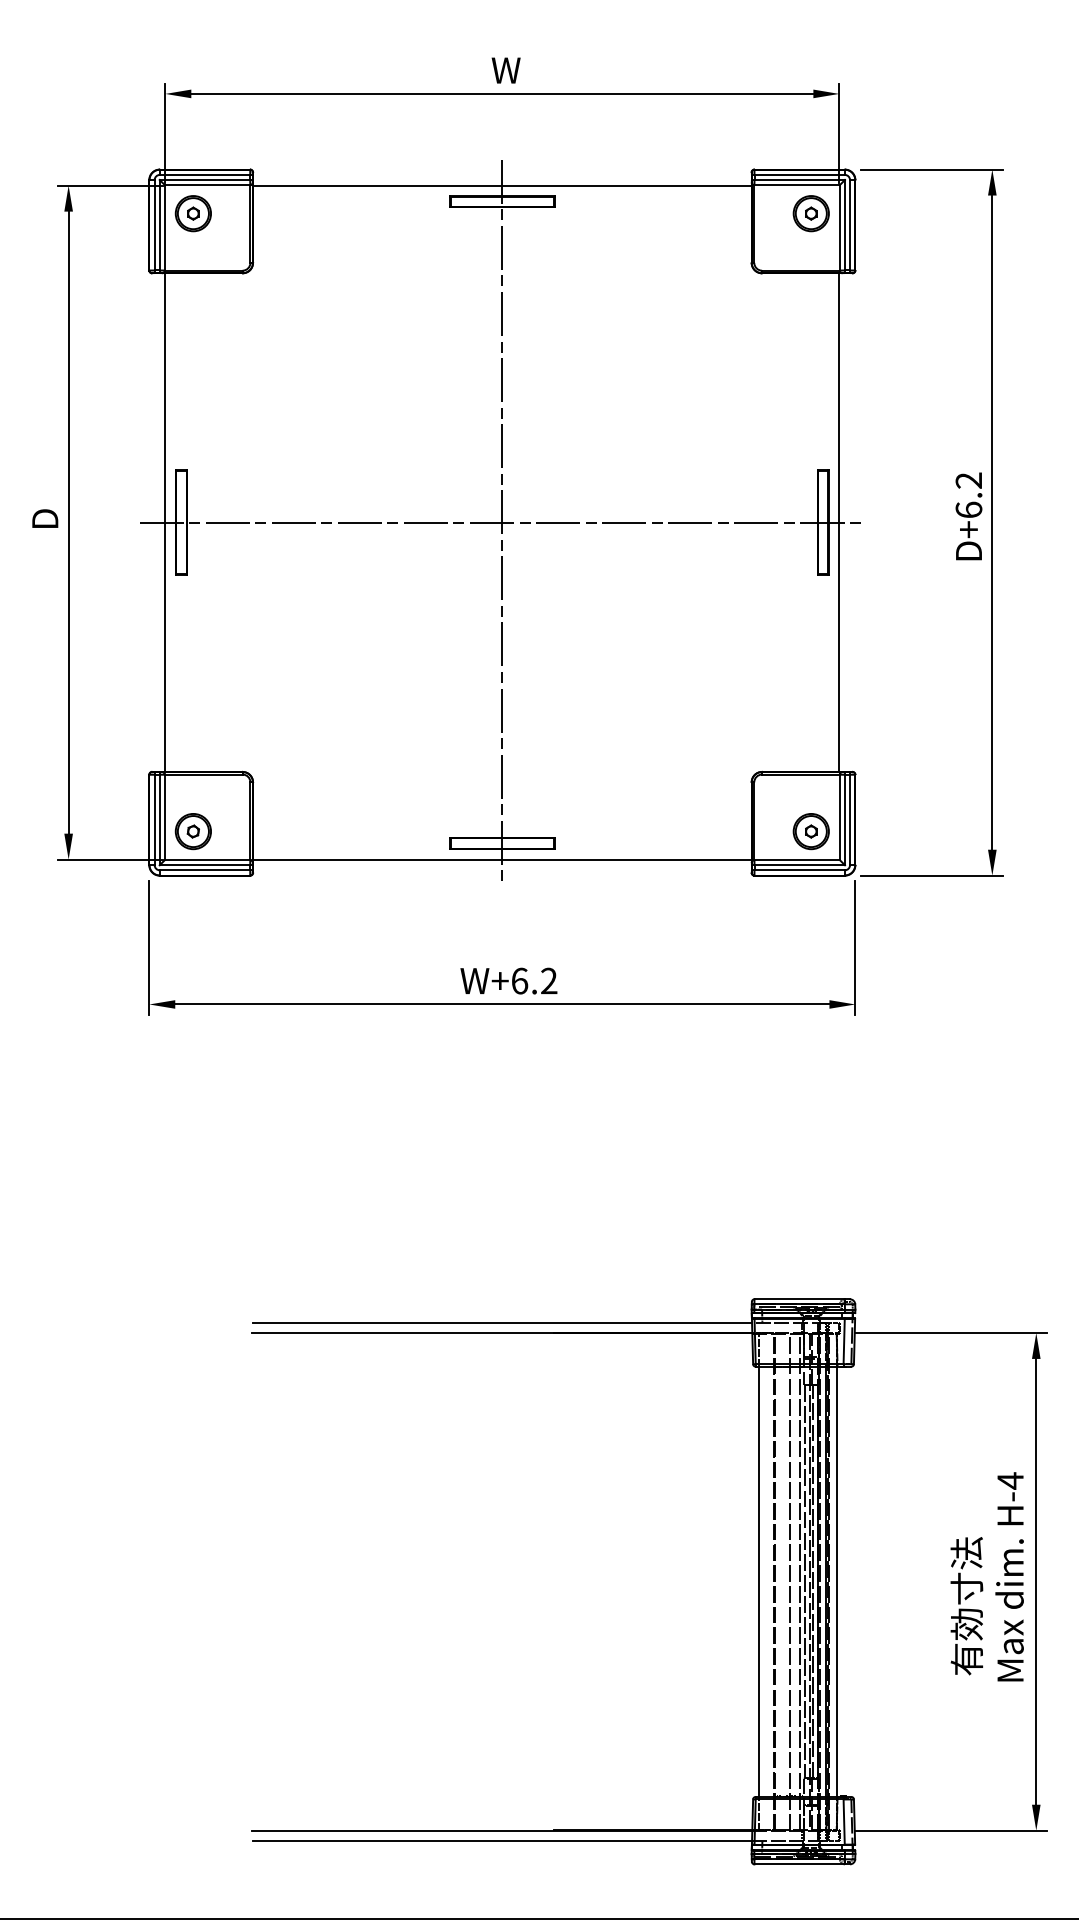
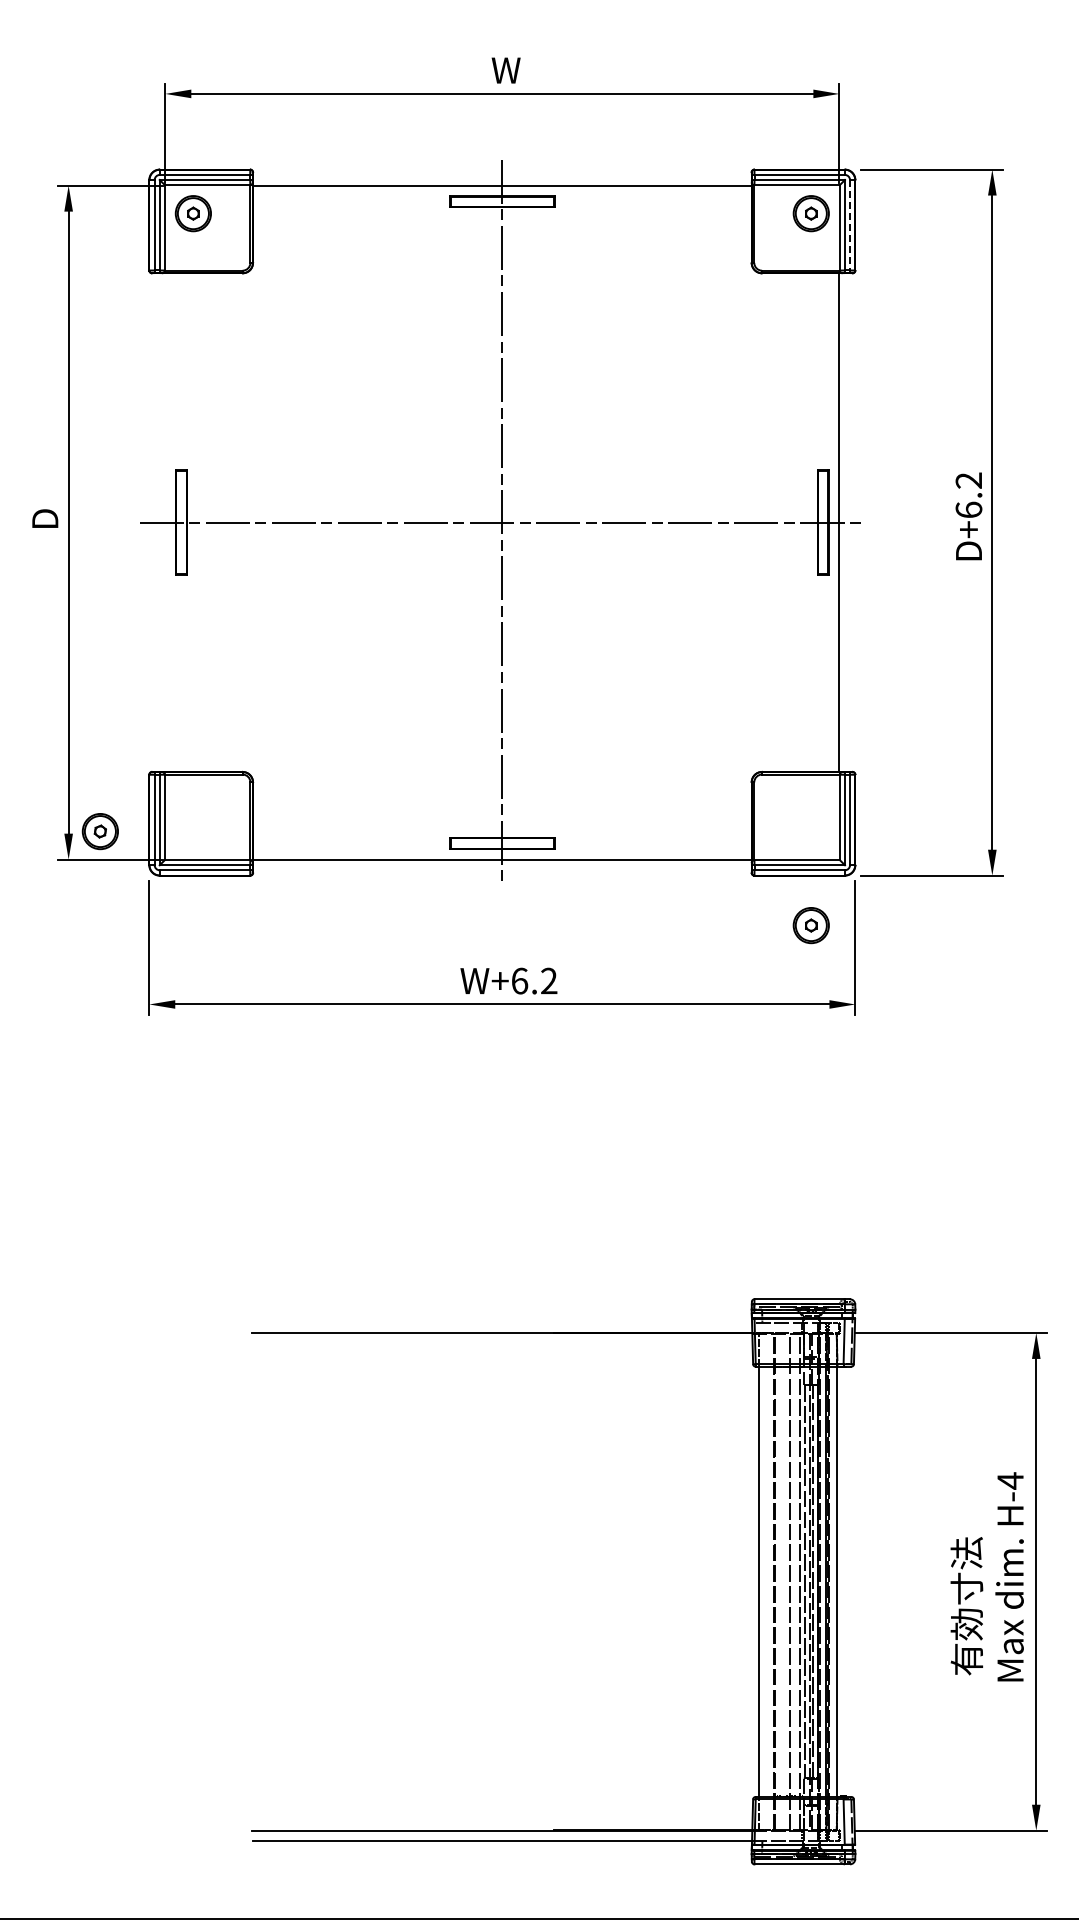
line at (850, 225): solid -> dashed
line at (165, 522): present -> none
part at (192, 831) position: (192, 831) -> (99, 831)
part at (810, 831) position: (810, 831) -> (810, 925)
line at (502, 1322): present -> none
